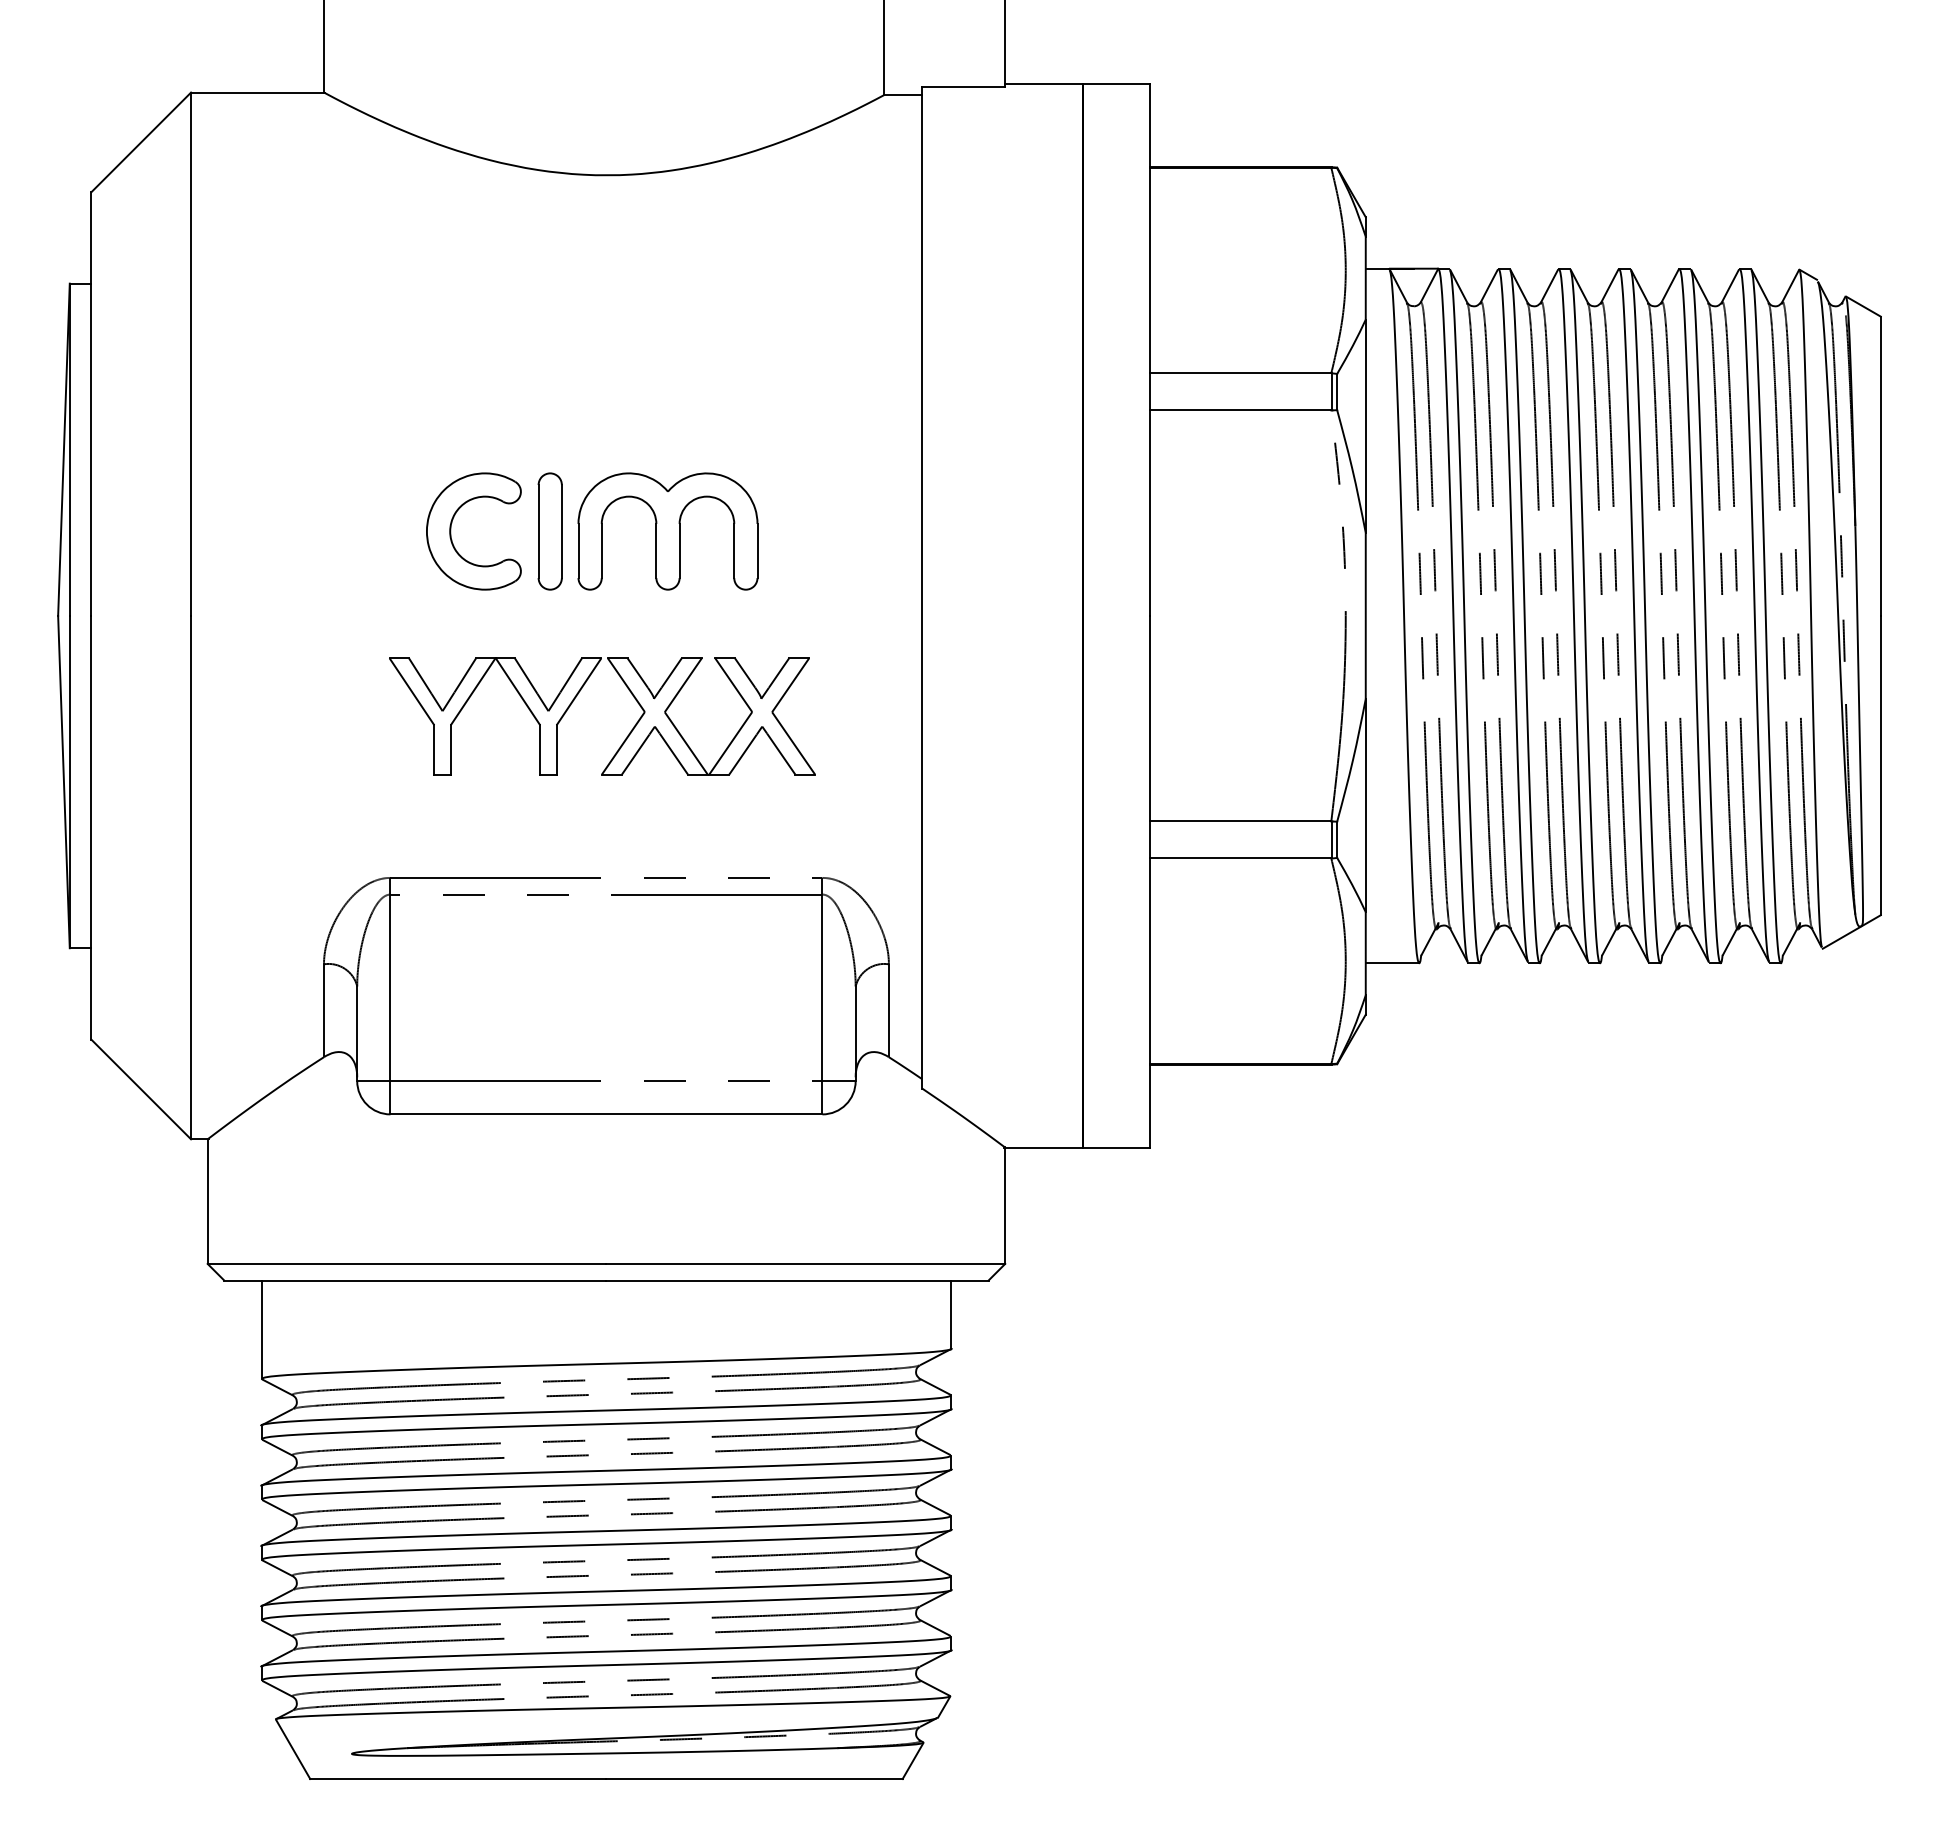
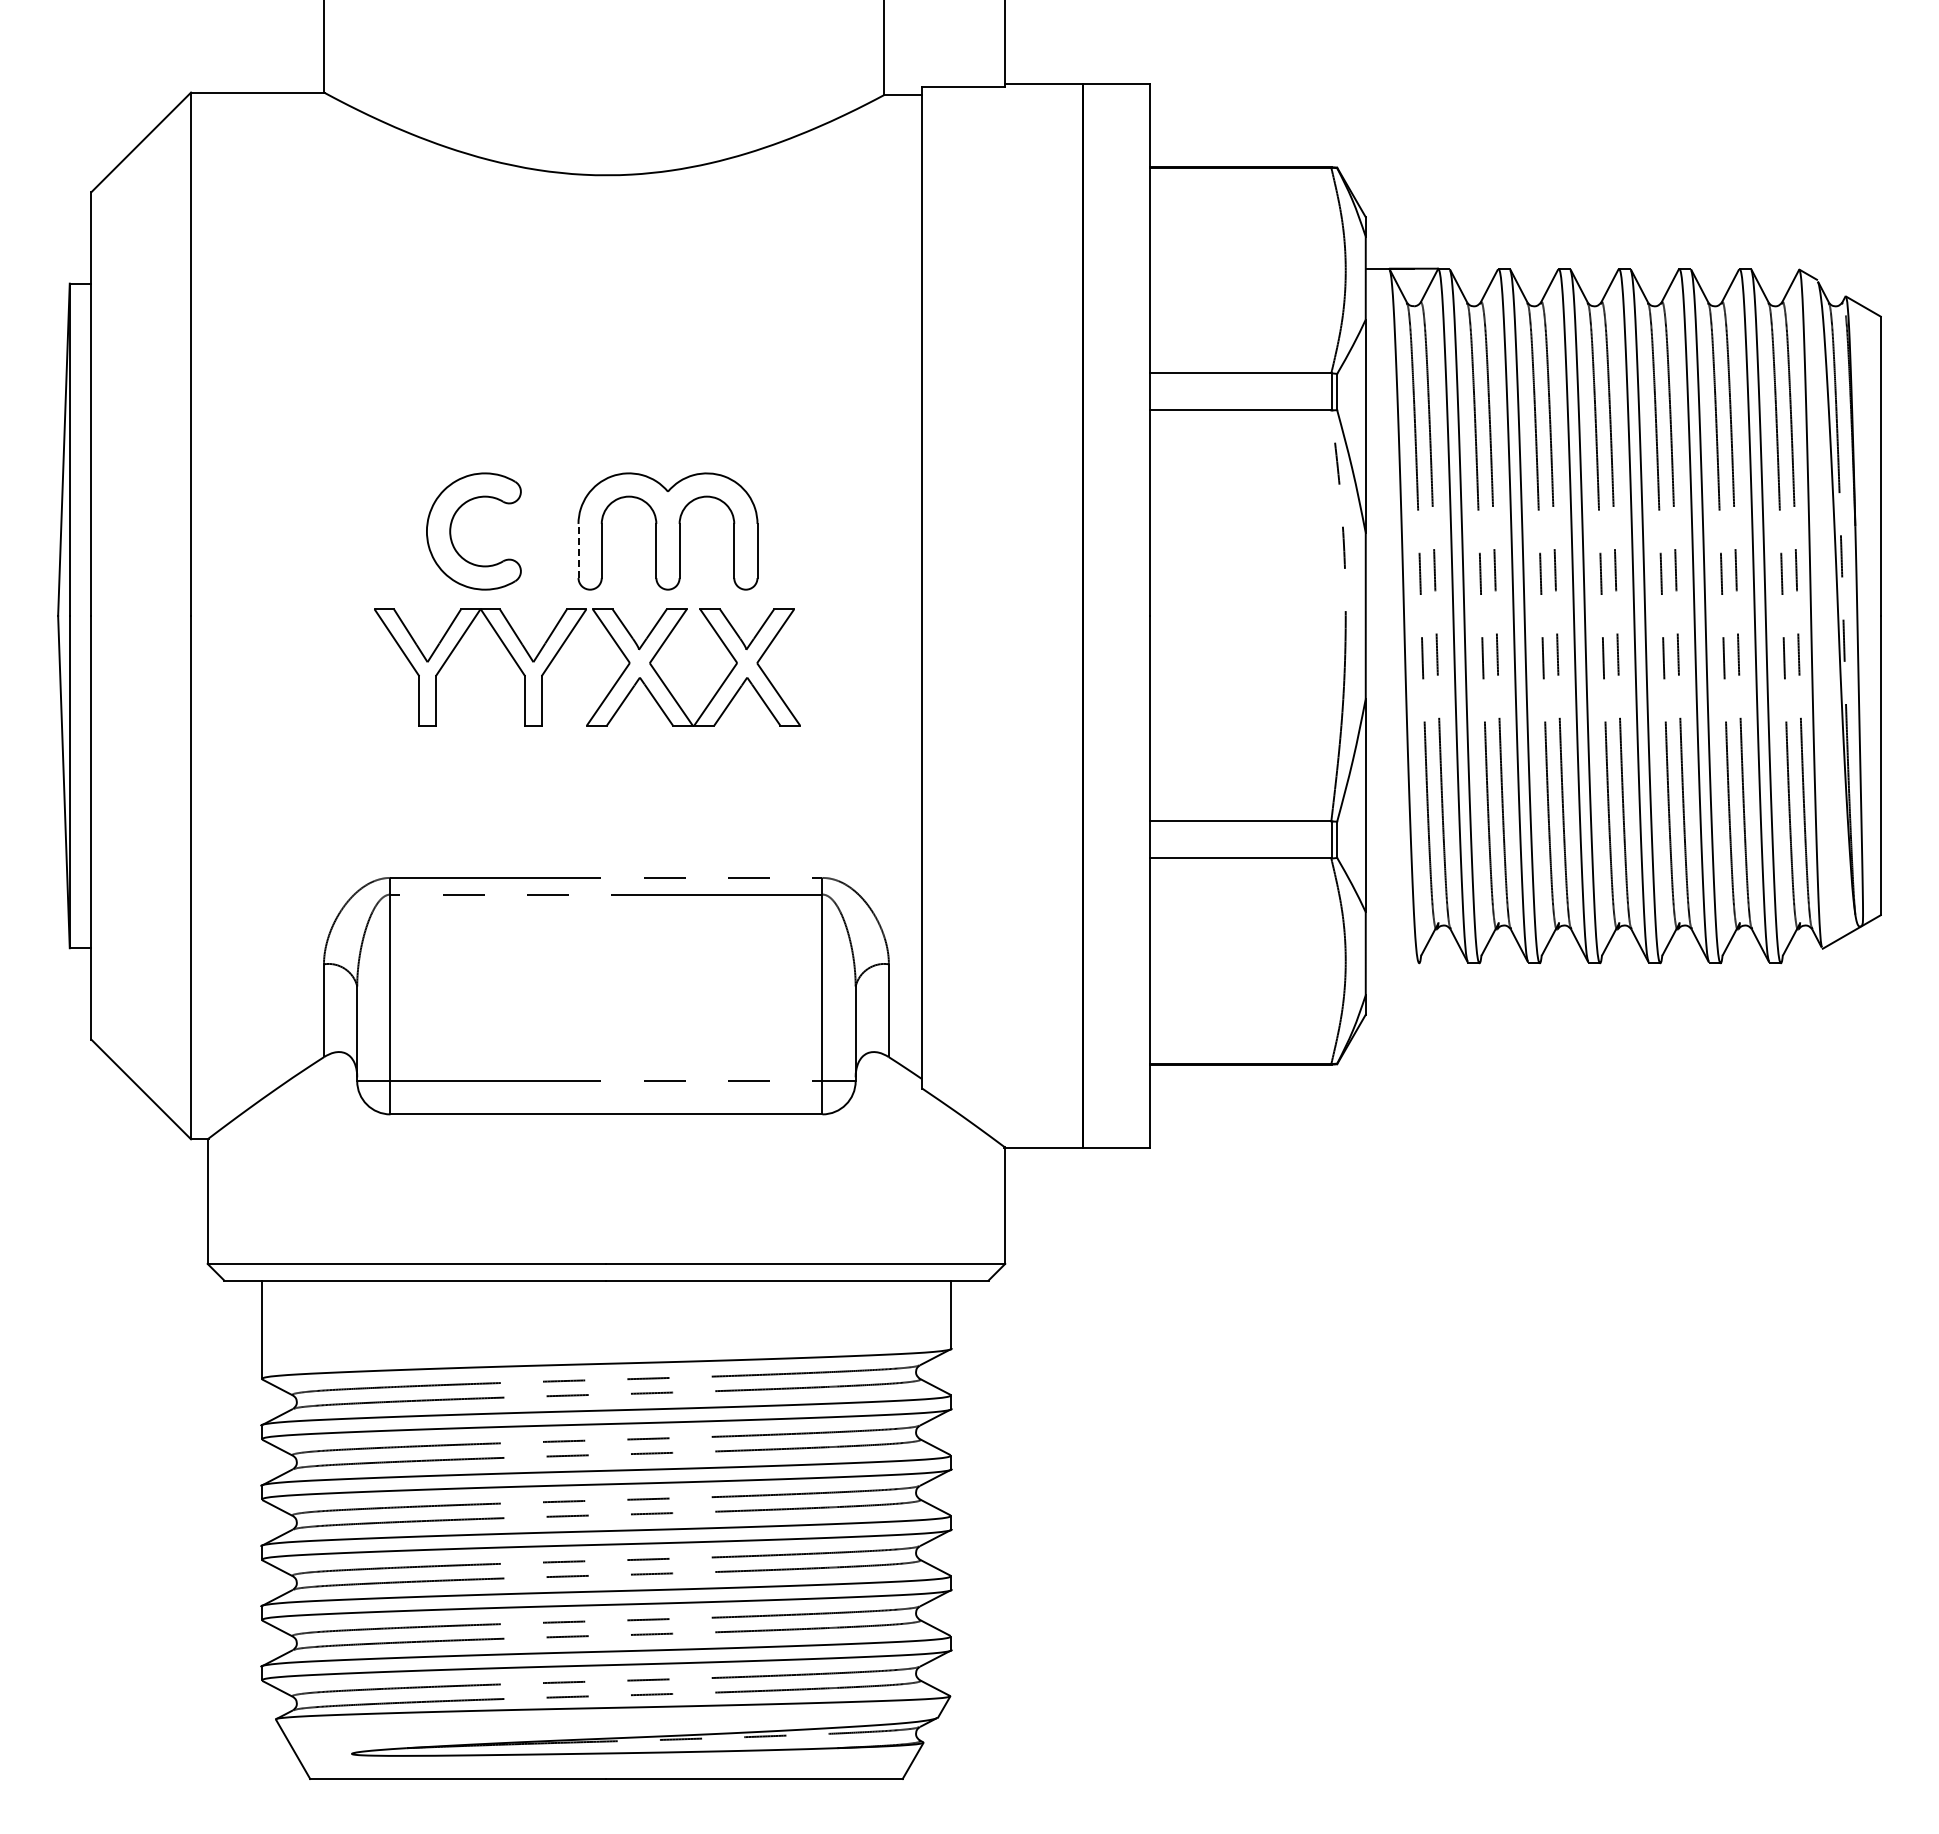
part at (549, 531): present -> none
line at (578, 550): solid -> dashed
part at (626, 736) position: (626, 736) -> (611, 687)
line at (1392, 963): present -> none
